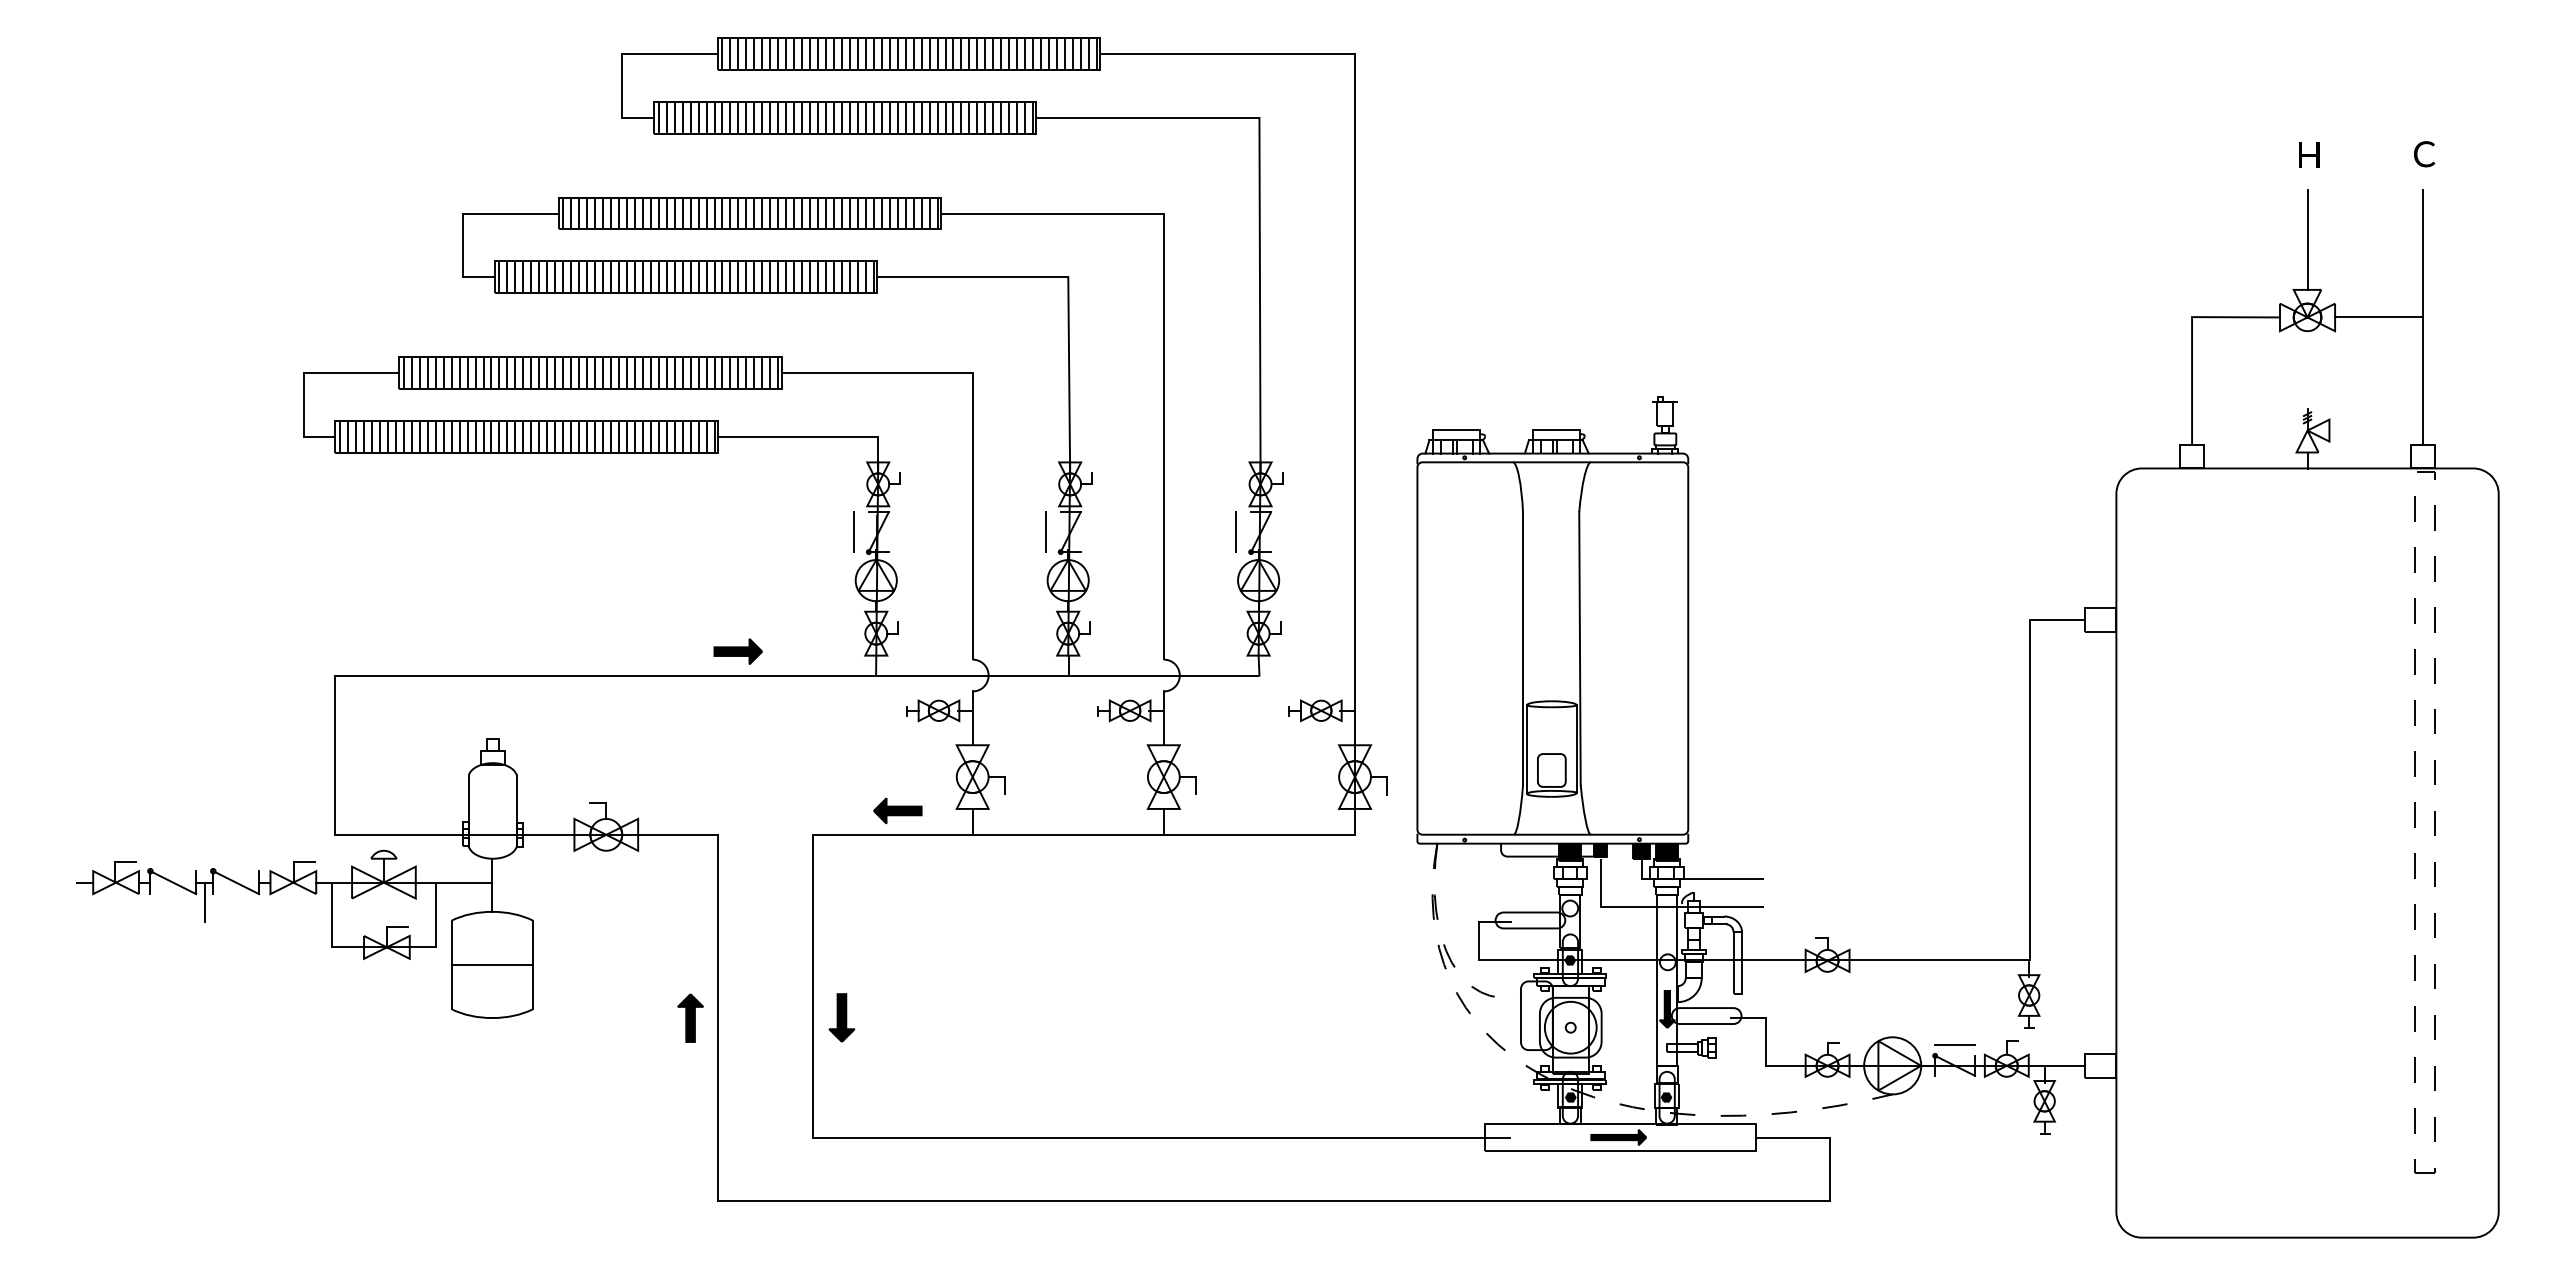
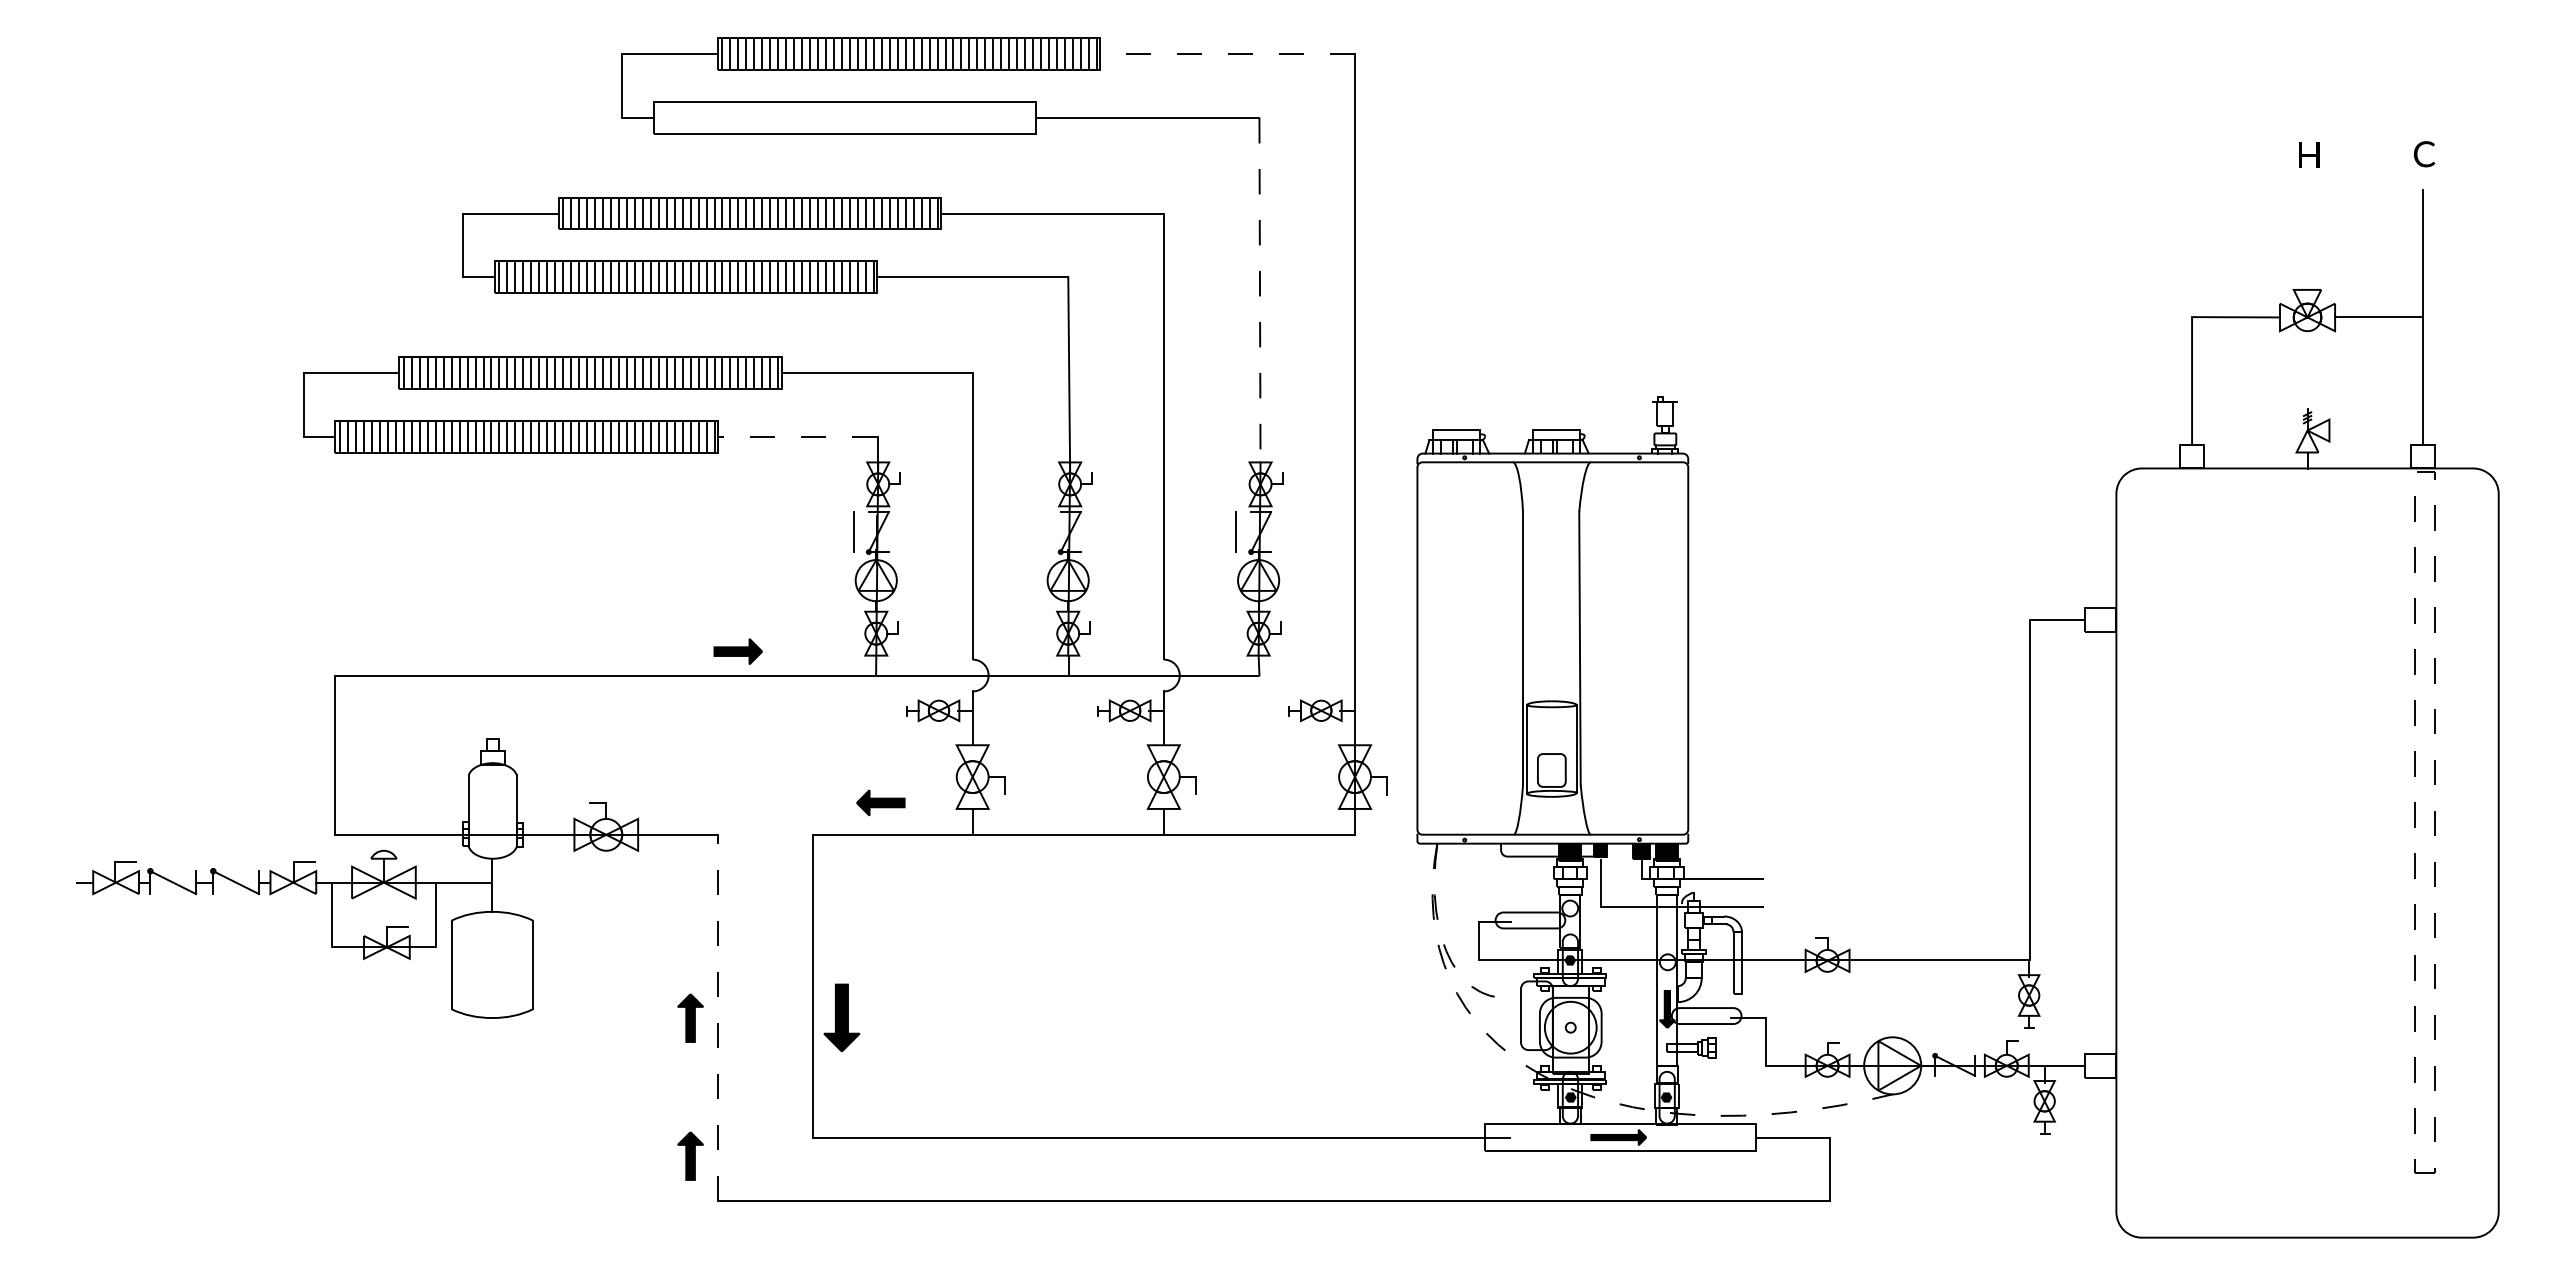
line at (1228, 54): solid -> dashed
hatch at (845, 117): present -> none
line at (2307, 239): present -> none
line at (1260, 295): solid -> dashed
line at (797, 436): solid -> dashed
line at (1045, 532): present -> none
part at (897, 810) position: (897, 810) -> (880, 802)
line at (204, 902): present -> none
line at (492, 964): present -> none
line at (717, 1017): solid -> dashed
part at (841, 1017) size: 28x50 px -> 38x69 px
line at (1955, 1044): present -> none
part at (690, 1155): none -> present
